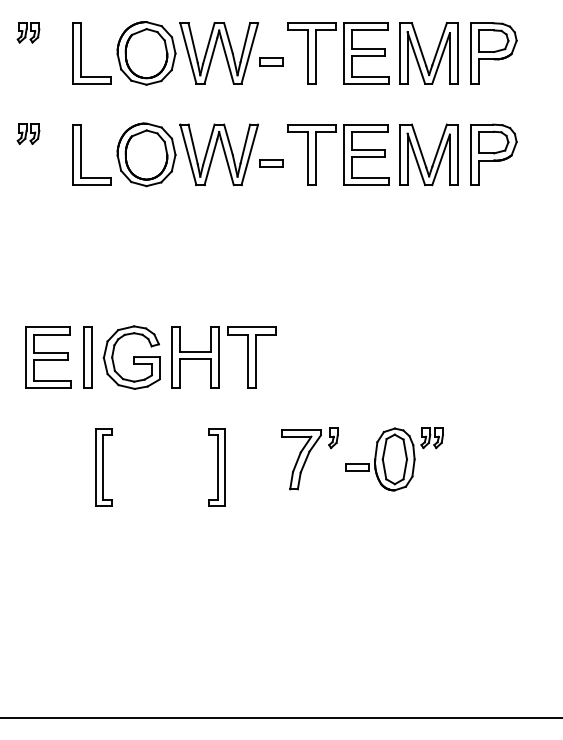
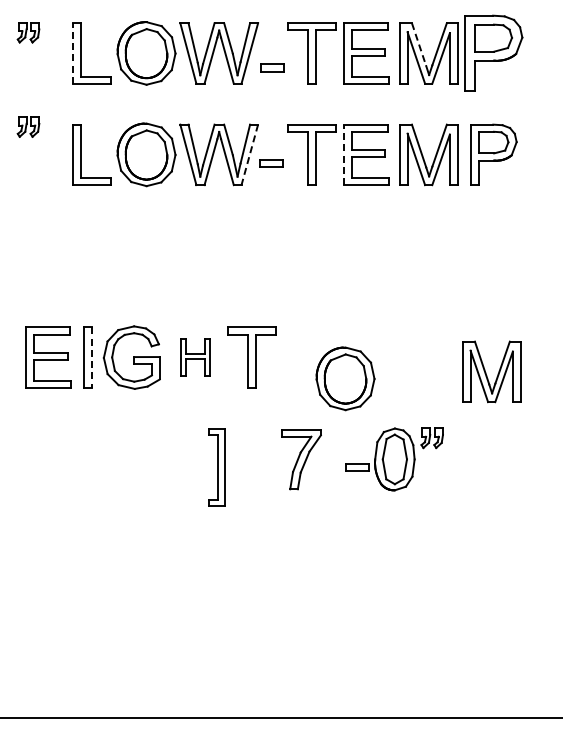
line at (419, 44): solid -> dashed
line at (72, 53): solid -> dashed
part at (493, 53) size: 48x63 px -> 60x78 px
part at (271, 61) position: (271, 61) -> (272, 67)
part at (28, 133) position: (28, 133) -> (28, 126)
line at (343, 154): solid -> dashed
line at (249, 155): solid -> dashed
part at (195, 357) size: 49x63 px -> 31x39 px
line at (91, 358): solid -> dashed
part at (491, 371): none -> present
part at (345, 378): none -> present
part at (333, 438): present -> none
part at (103, 467): present -> none
